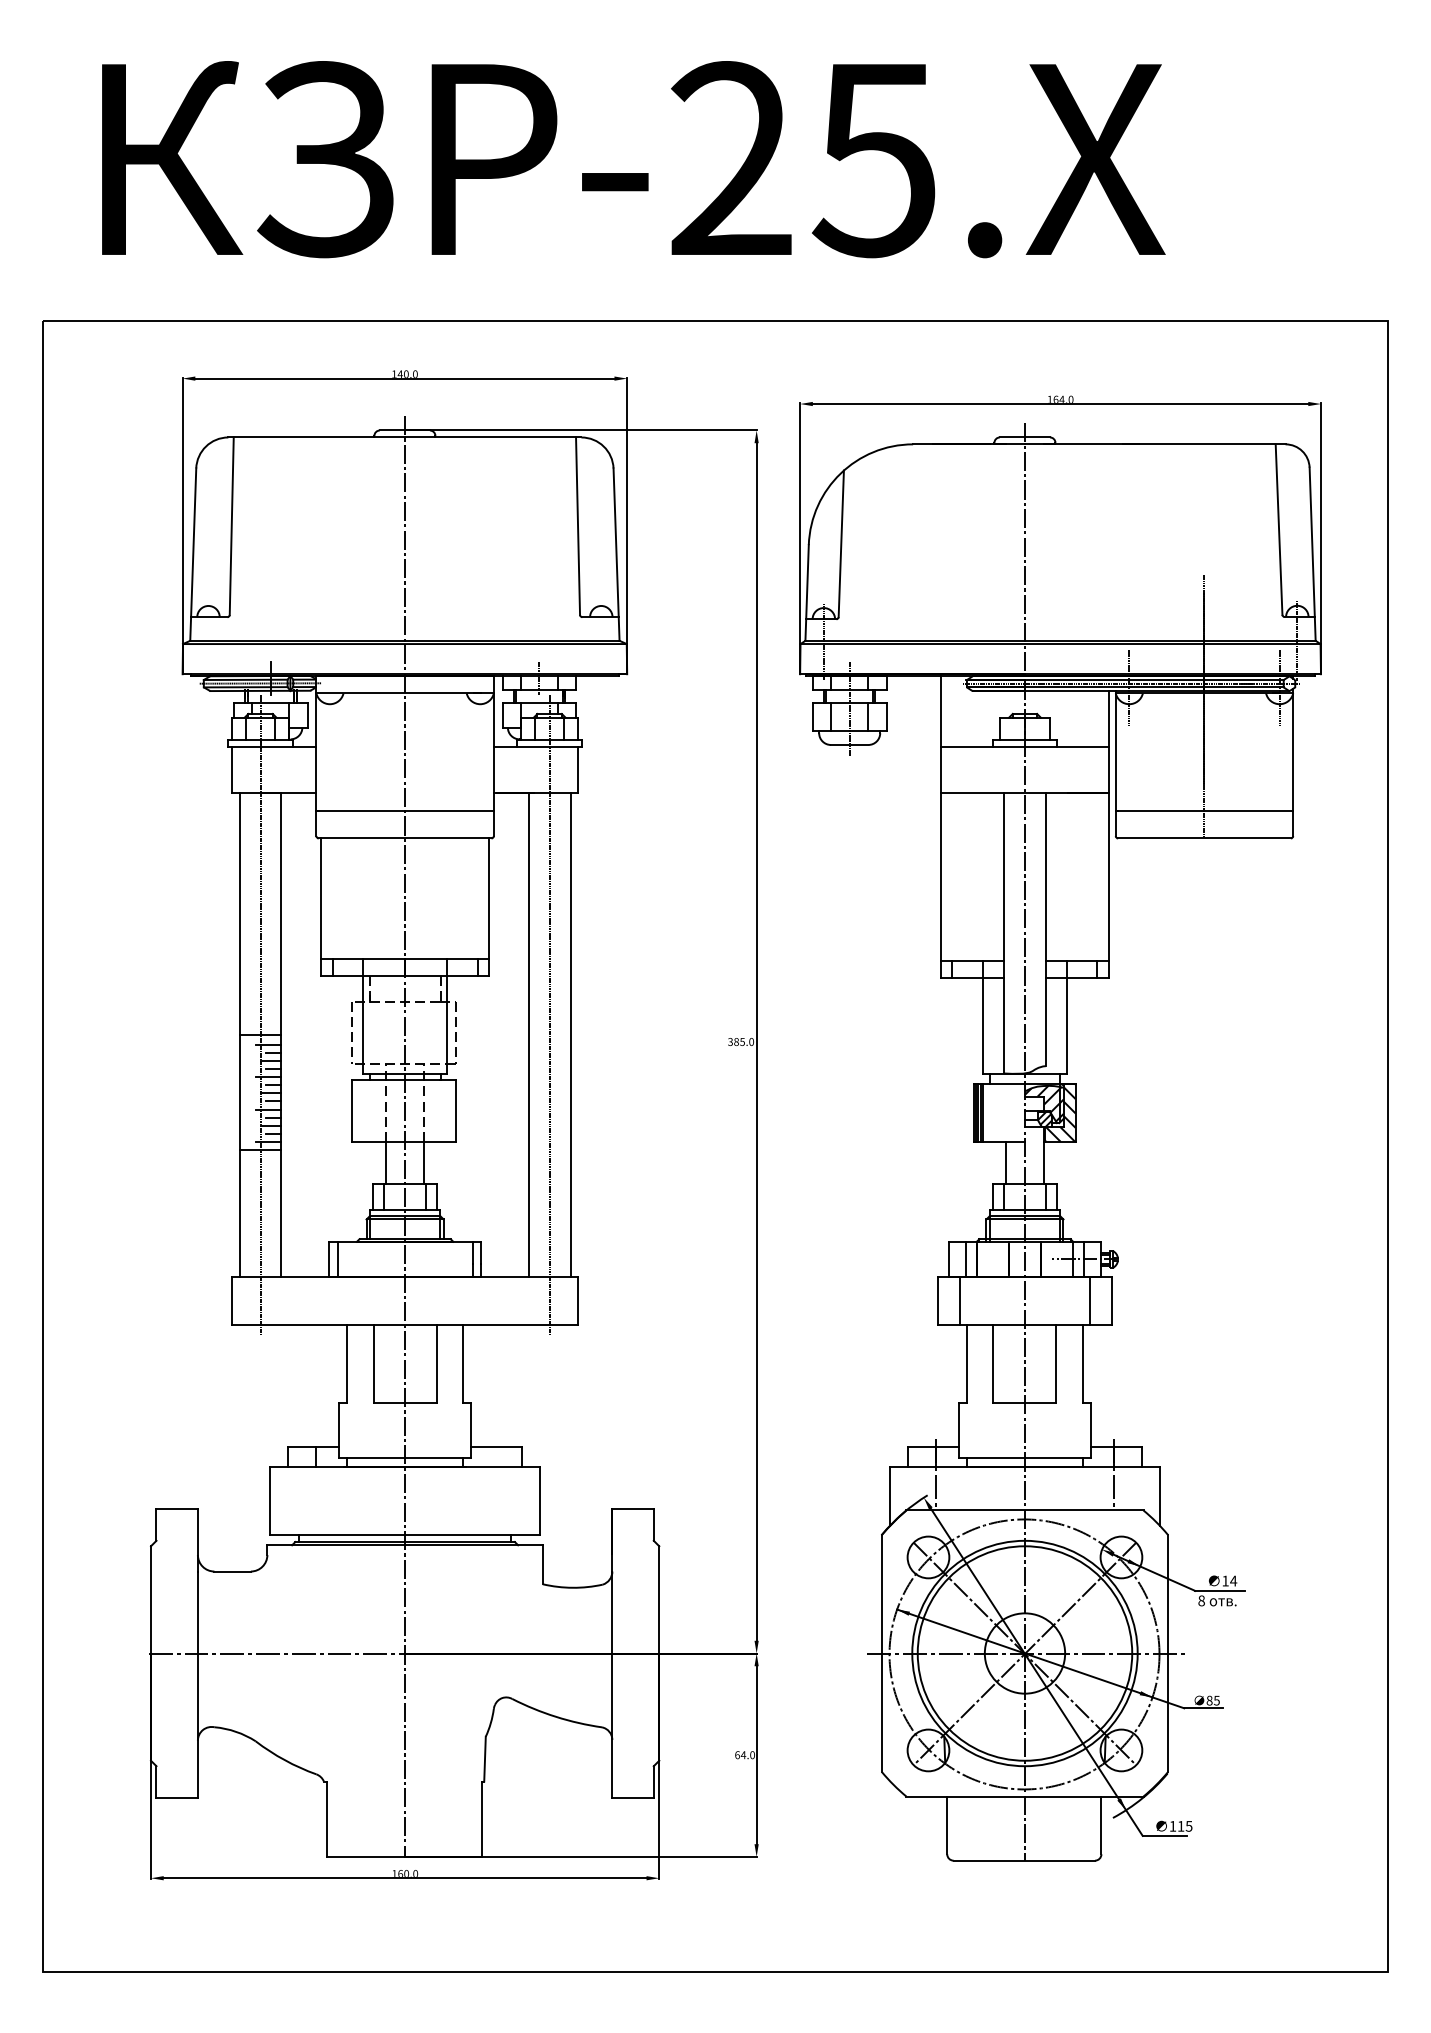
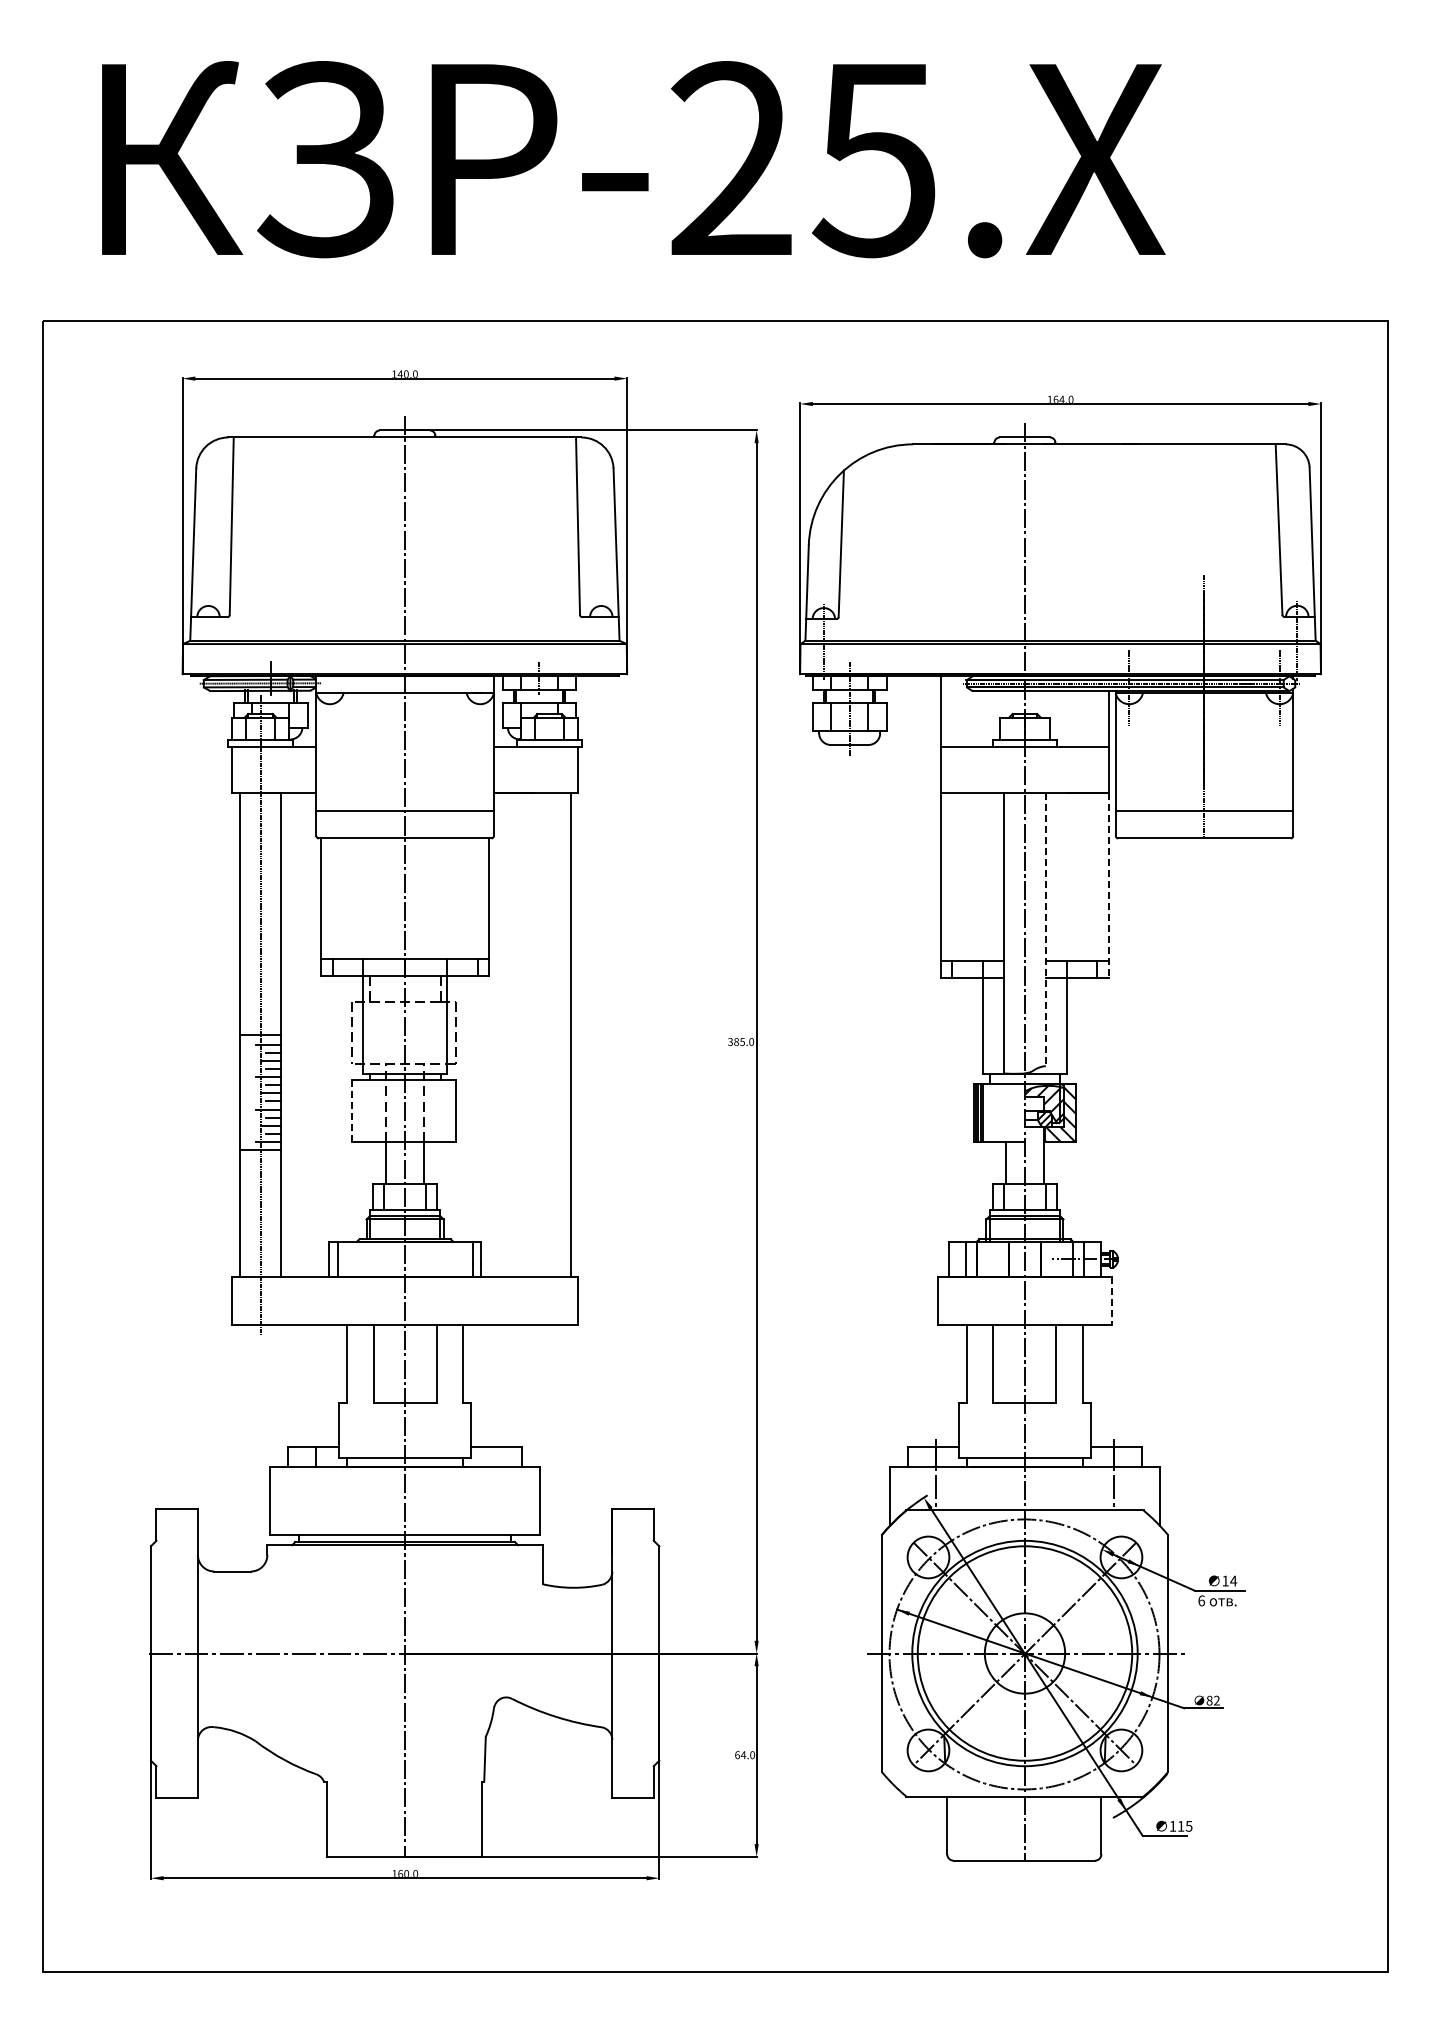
line at (1108, 885): solid -> dashed
line at (1045, 929): solid -> dashed
line at (549, 1014): present -> none
line at (528, 1034): present -> none
line at (351, 1110): solid -> dashed
line at (959, 1301): present -> none
line at (1090, 1301): present -> none
line at (1111, 1301): solid -> dashed
text at (1201, 1600): 8 -> 6
text at (1216, 1700): 85 -> 82
